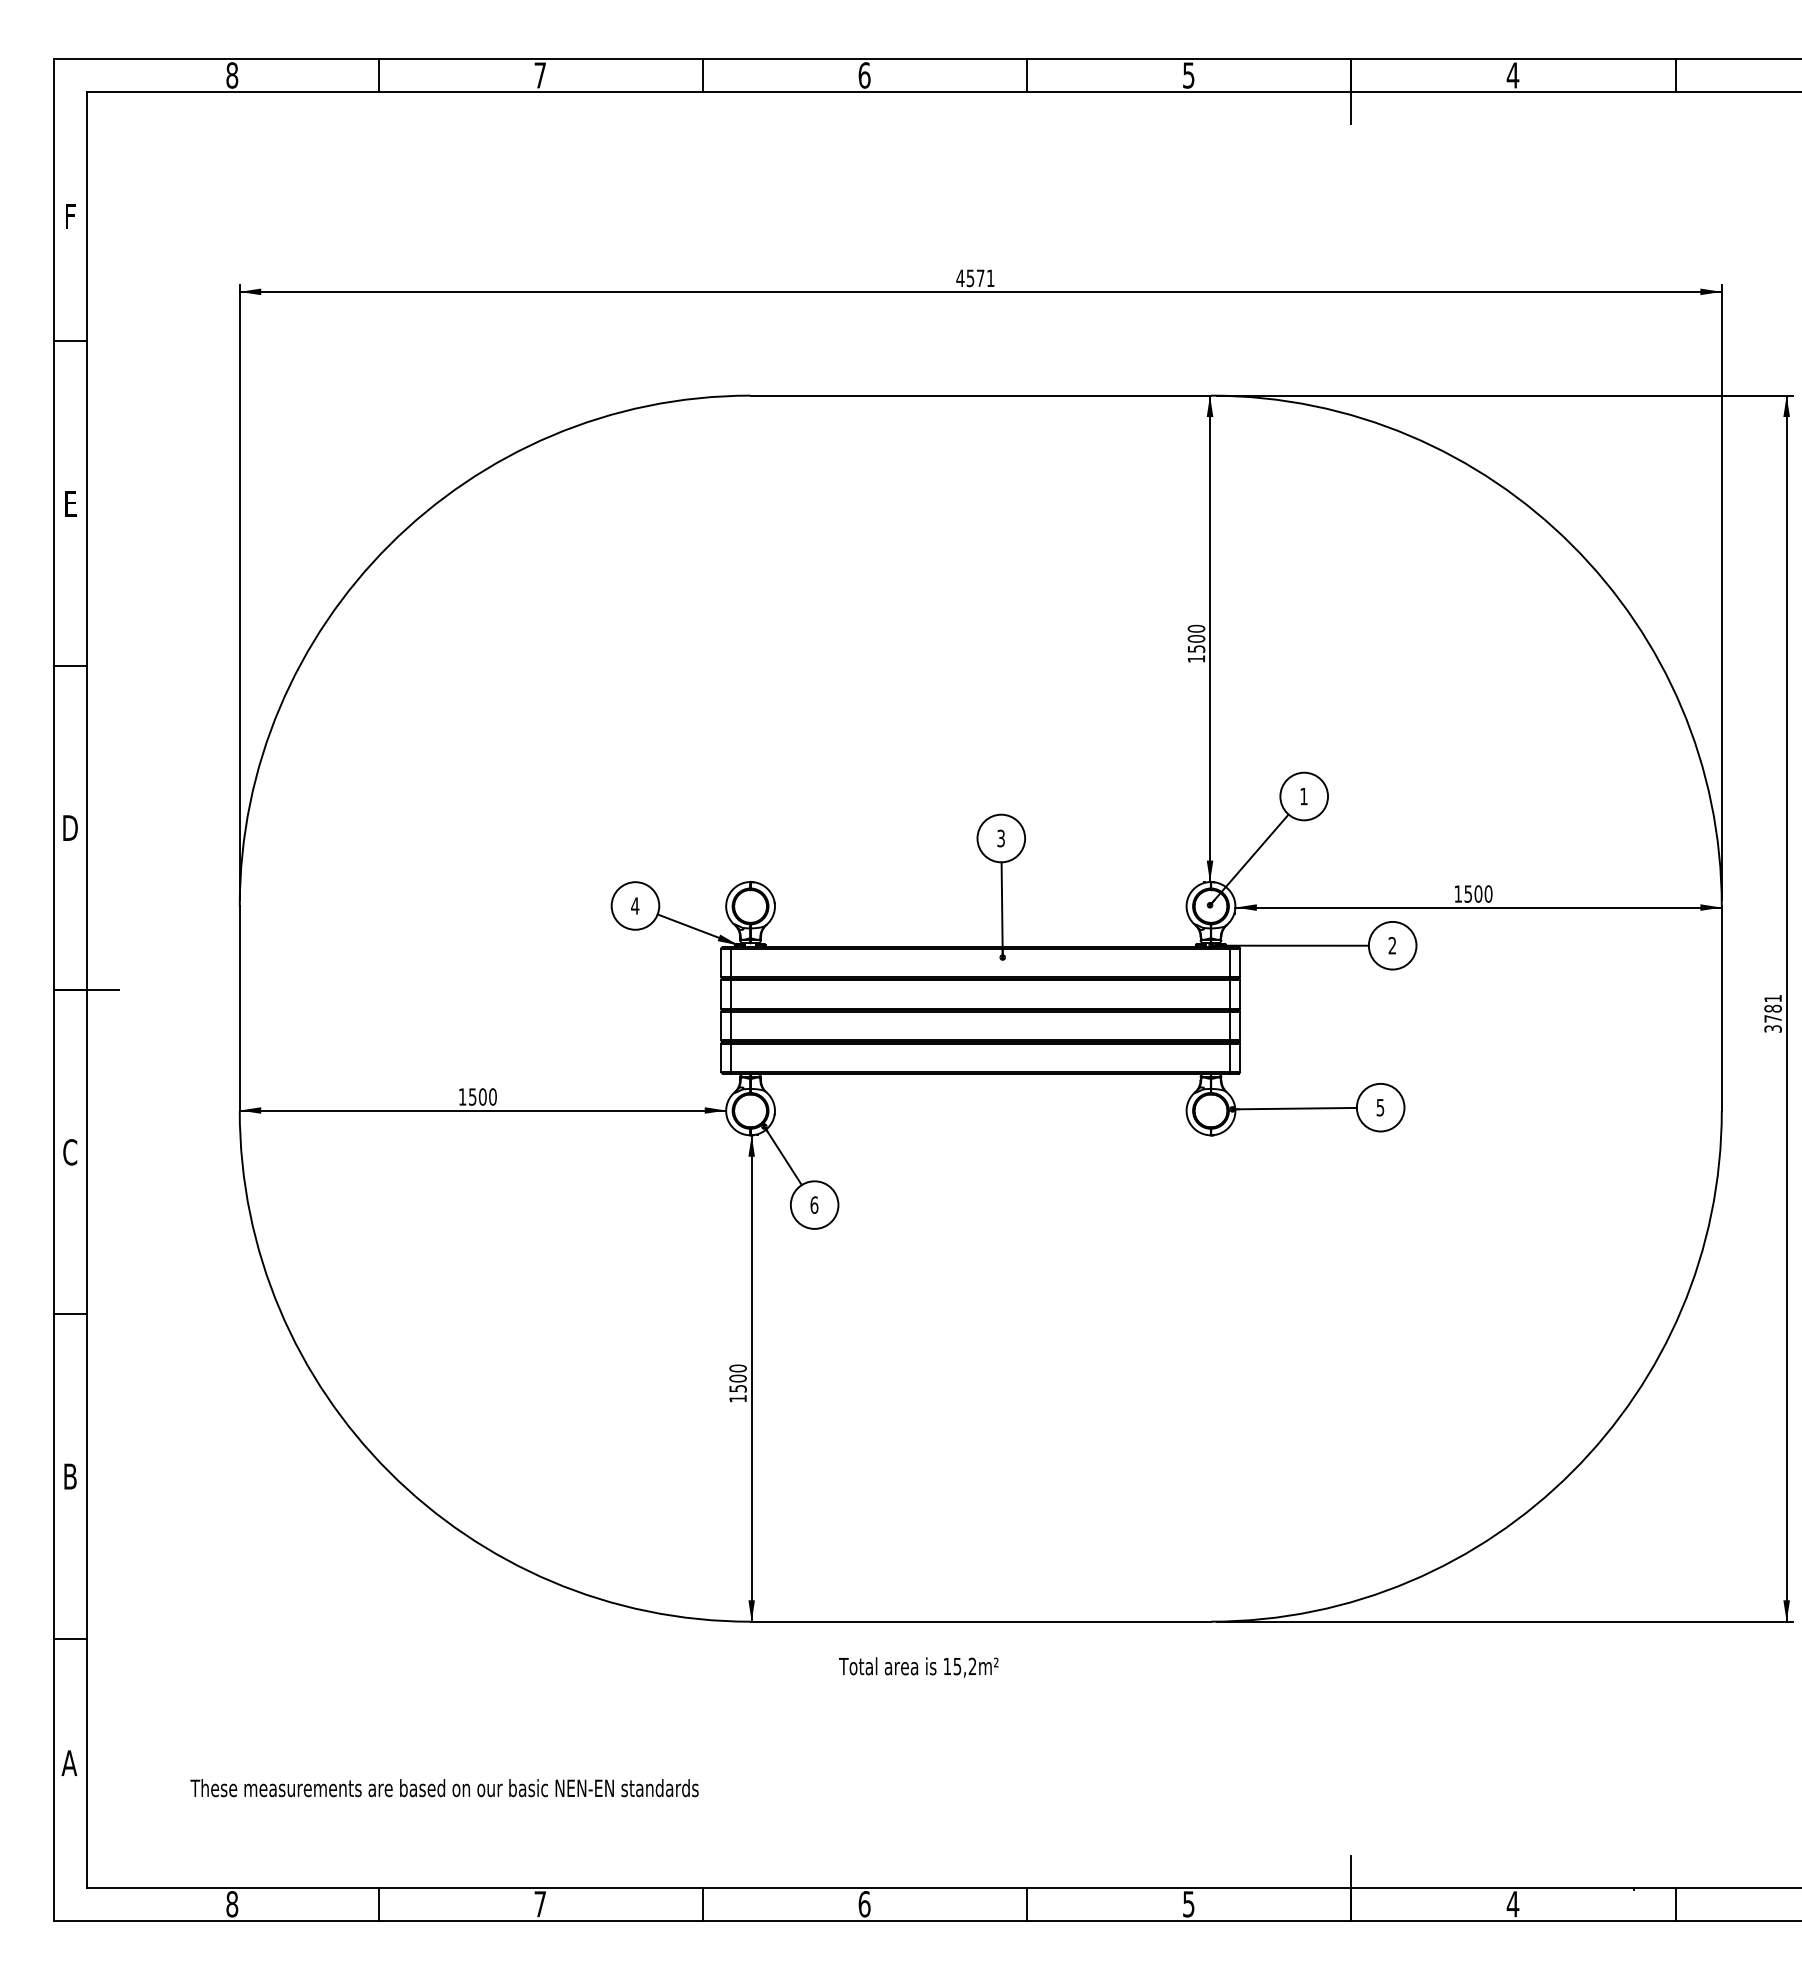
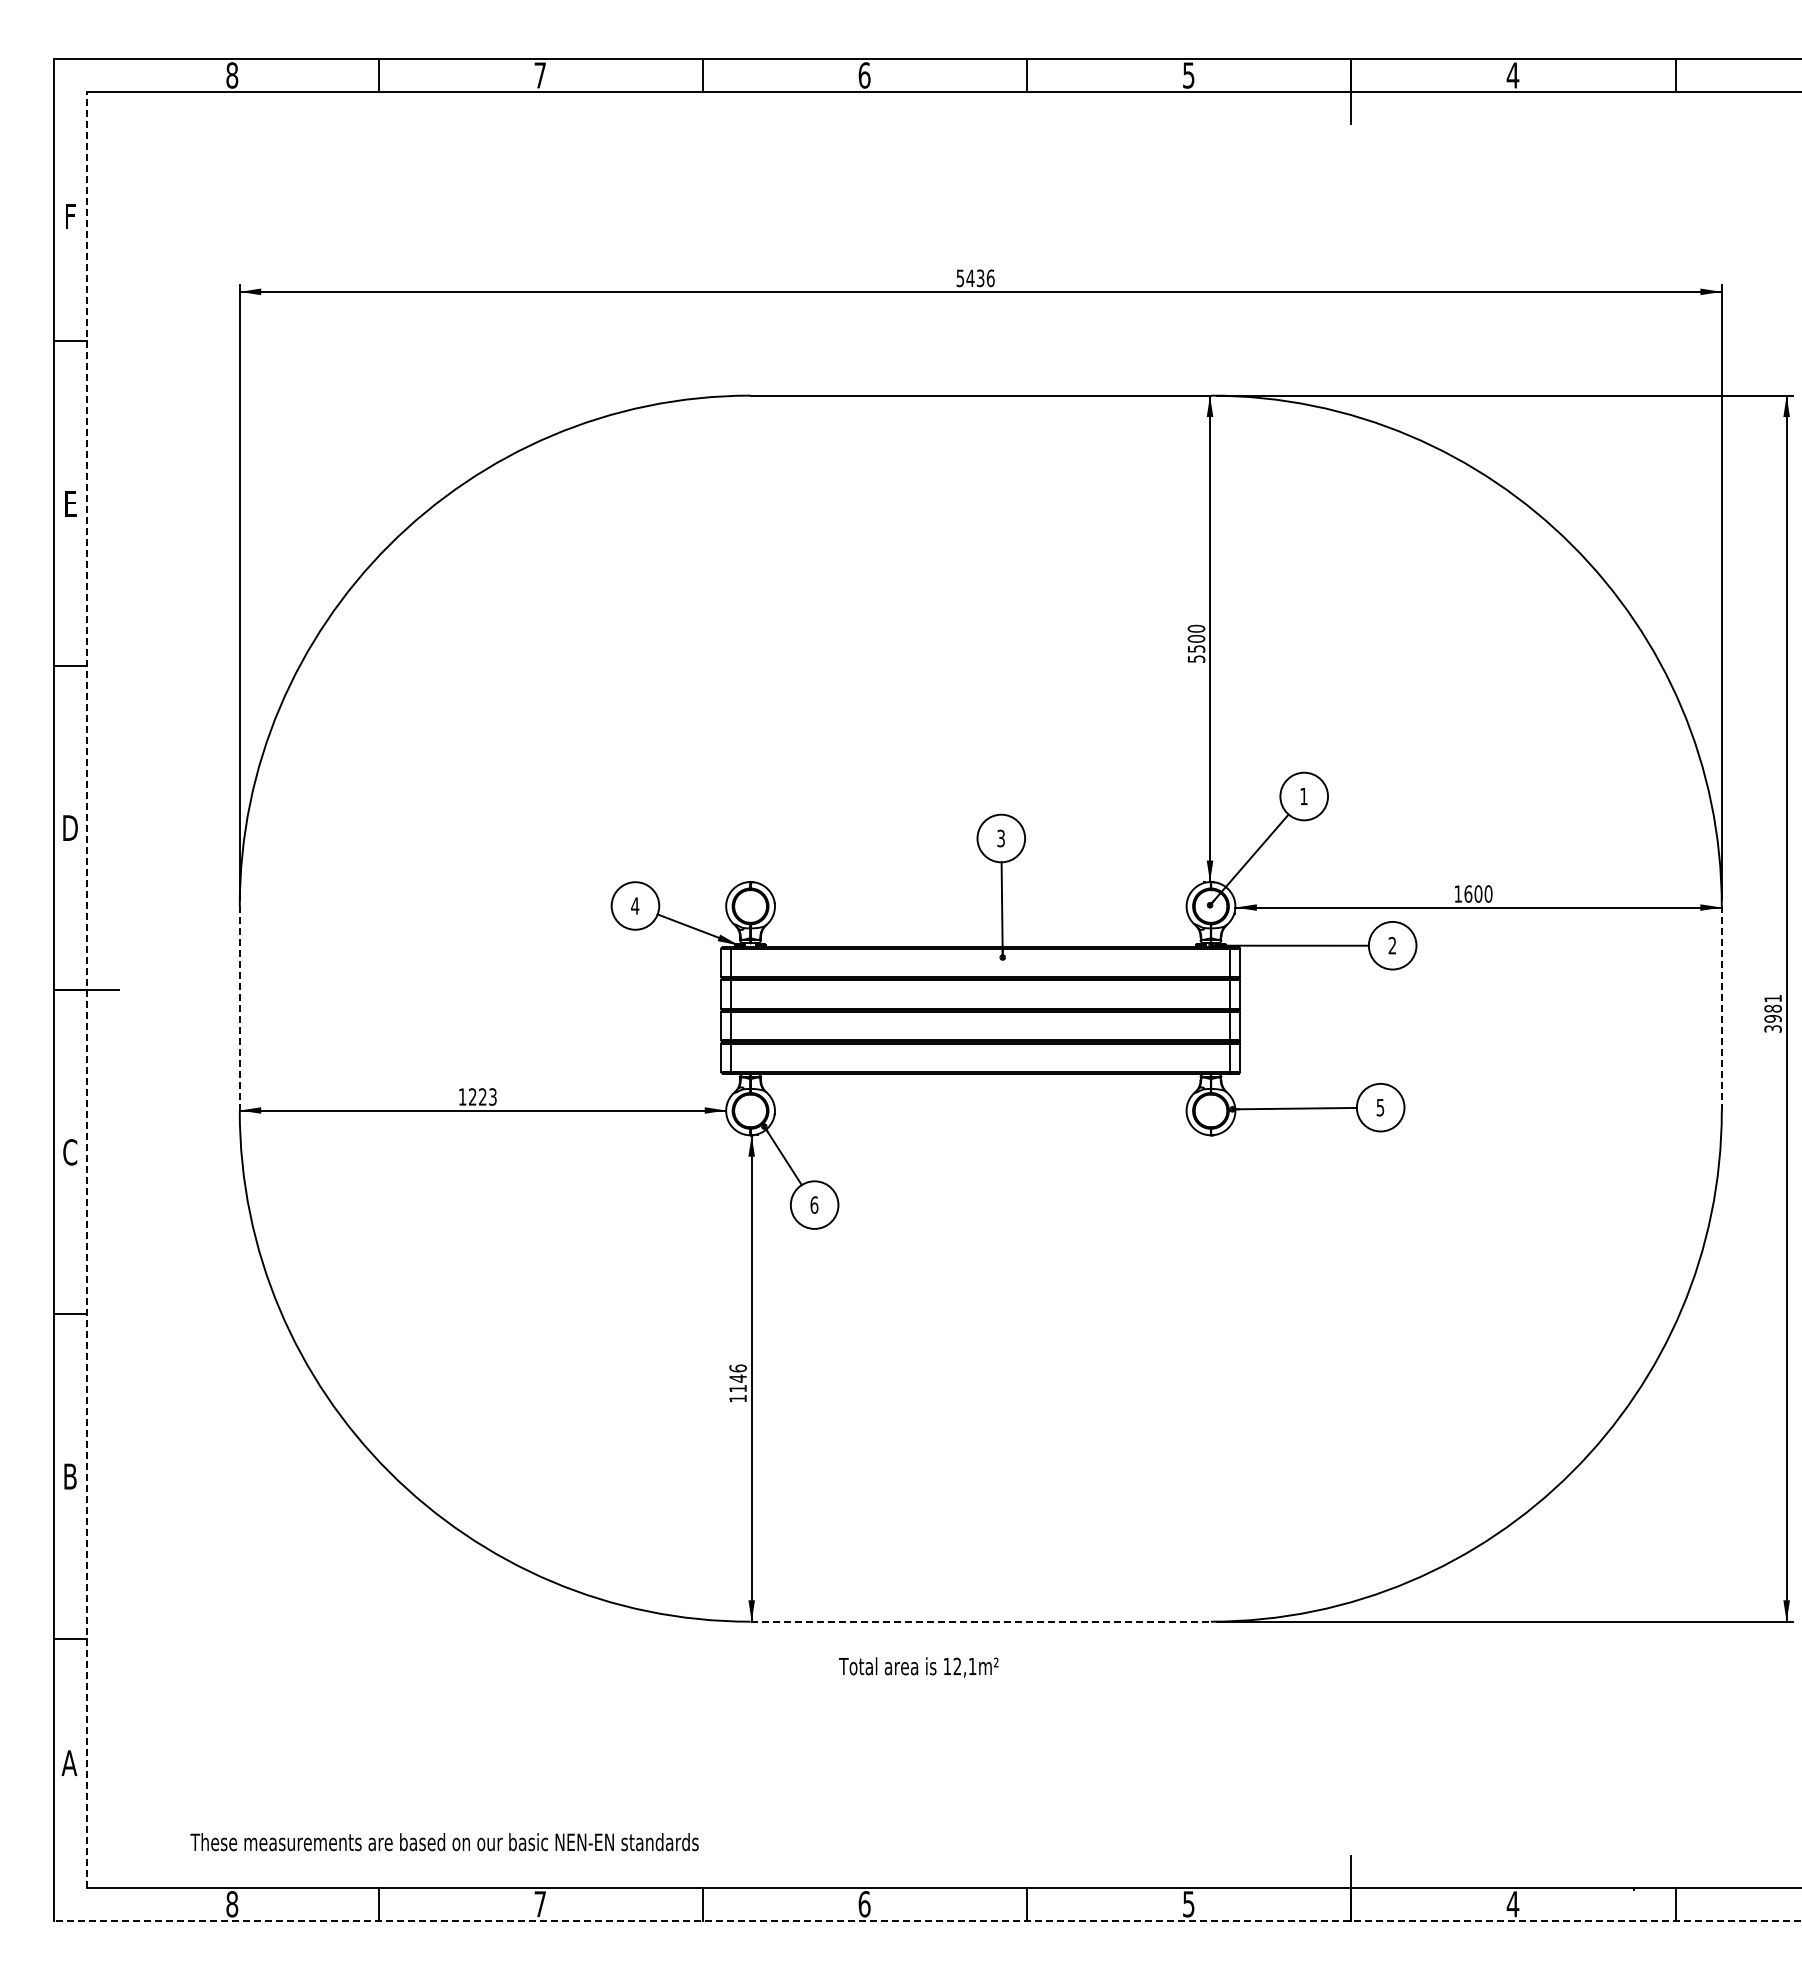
text at (975, 278): 4571 -> 5436
text at (1196, 658): 1500 -> 5500
text at (1468, 893): 1500 -> 1600
line at (86, 989): solid -> dashed
line at (1721, 1008): solid -> dashed
line at (239, 1009): solid -> dashed
text at (1772, 1018): 3781 -> 3981
text at (482, 1096): 1500 -> 1223
text at (737, 1378): 1500 -> 1146
line at (981, 1621): solid -> dashed
text at (964, 1666): 15,2m² -> 12,1m²
text at (444, 1788) position: (444, 1788) -> (444, 1842)
line at (927, 1920): solid -> dashed
